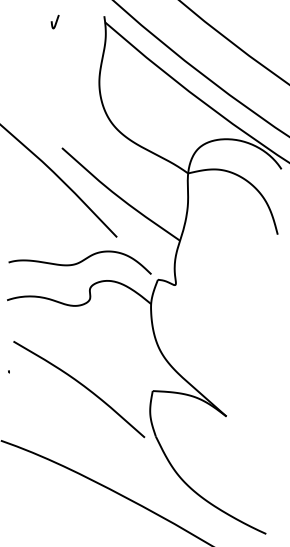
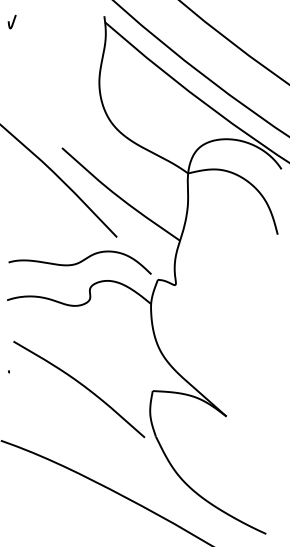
curve at (55, 21) position: (55, 21) -> (12, 21)
